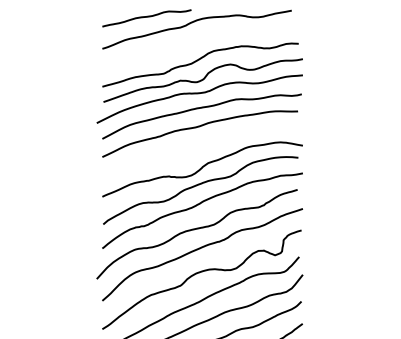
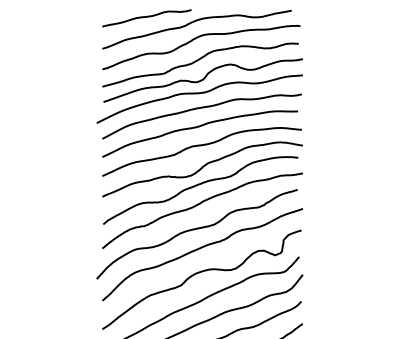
curve at (197, 38): none -> present
curve at (201, 146): none -> present
